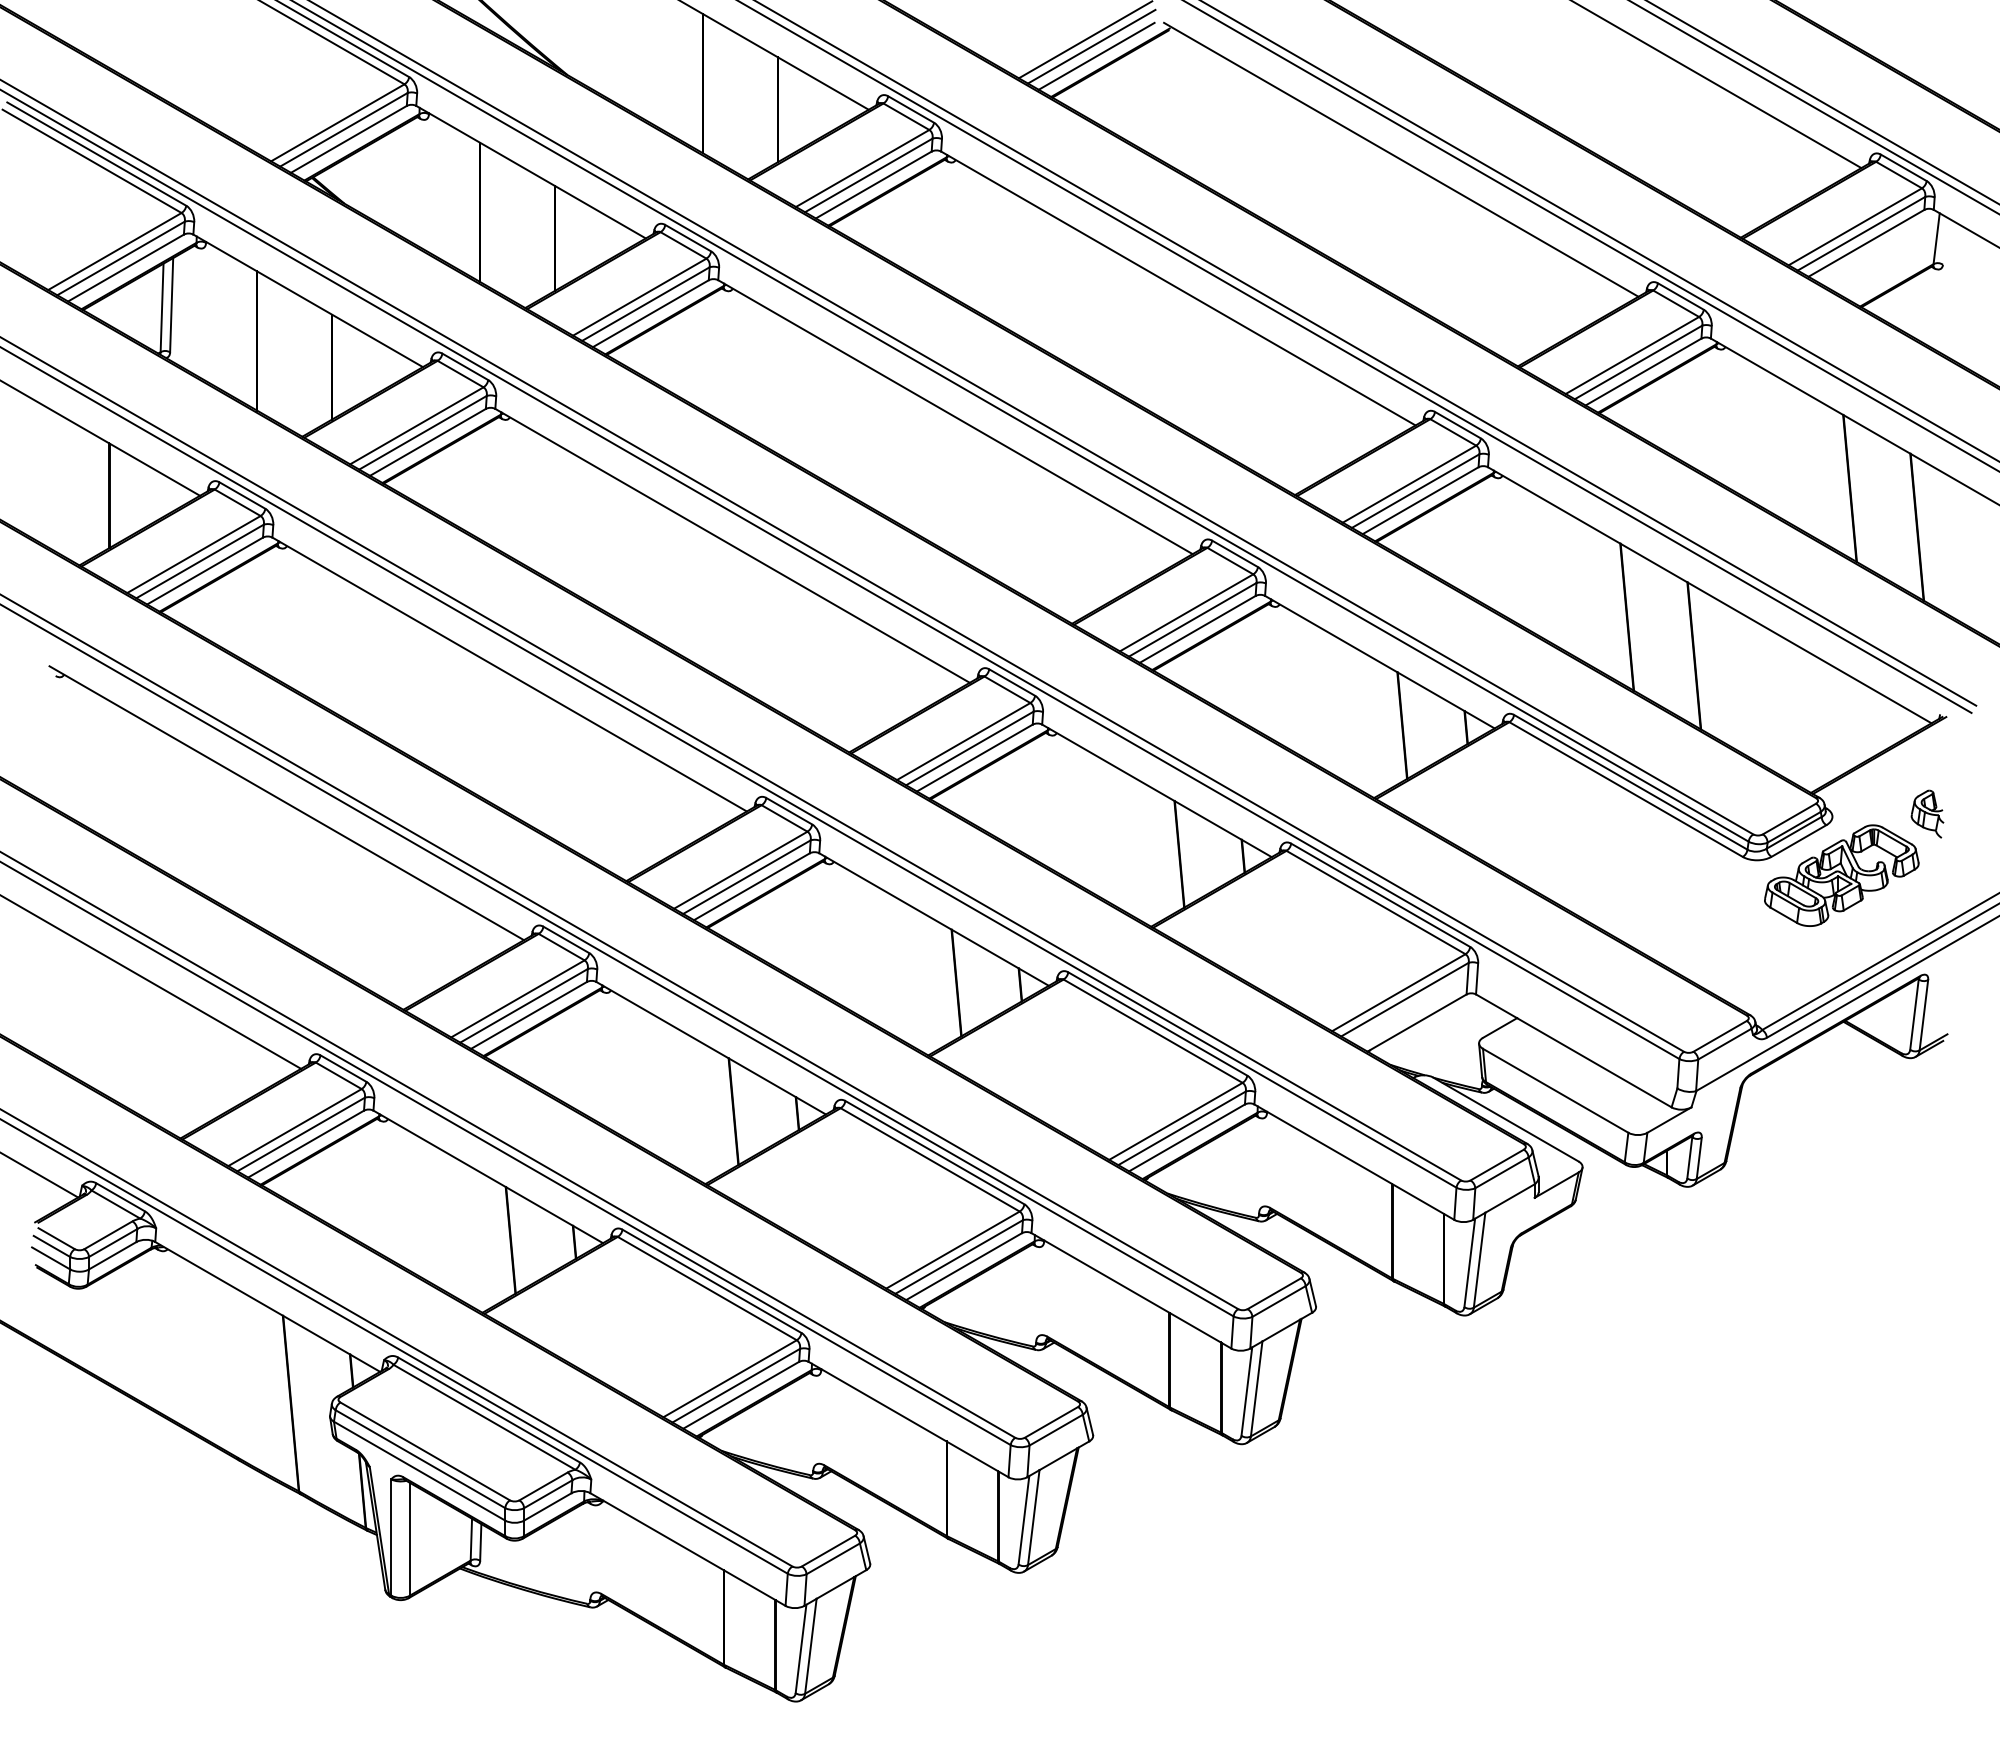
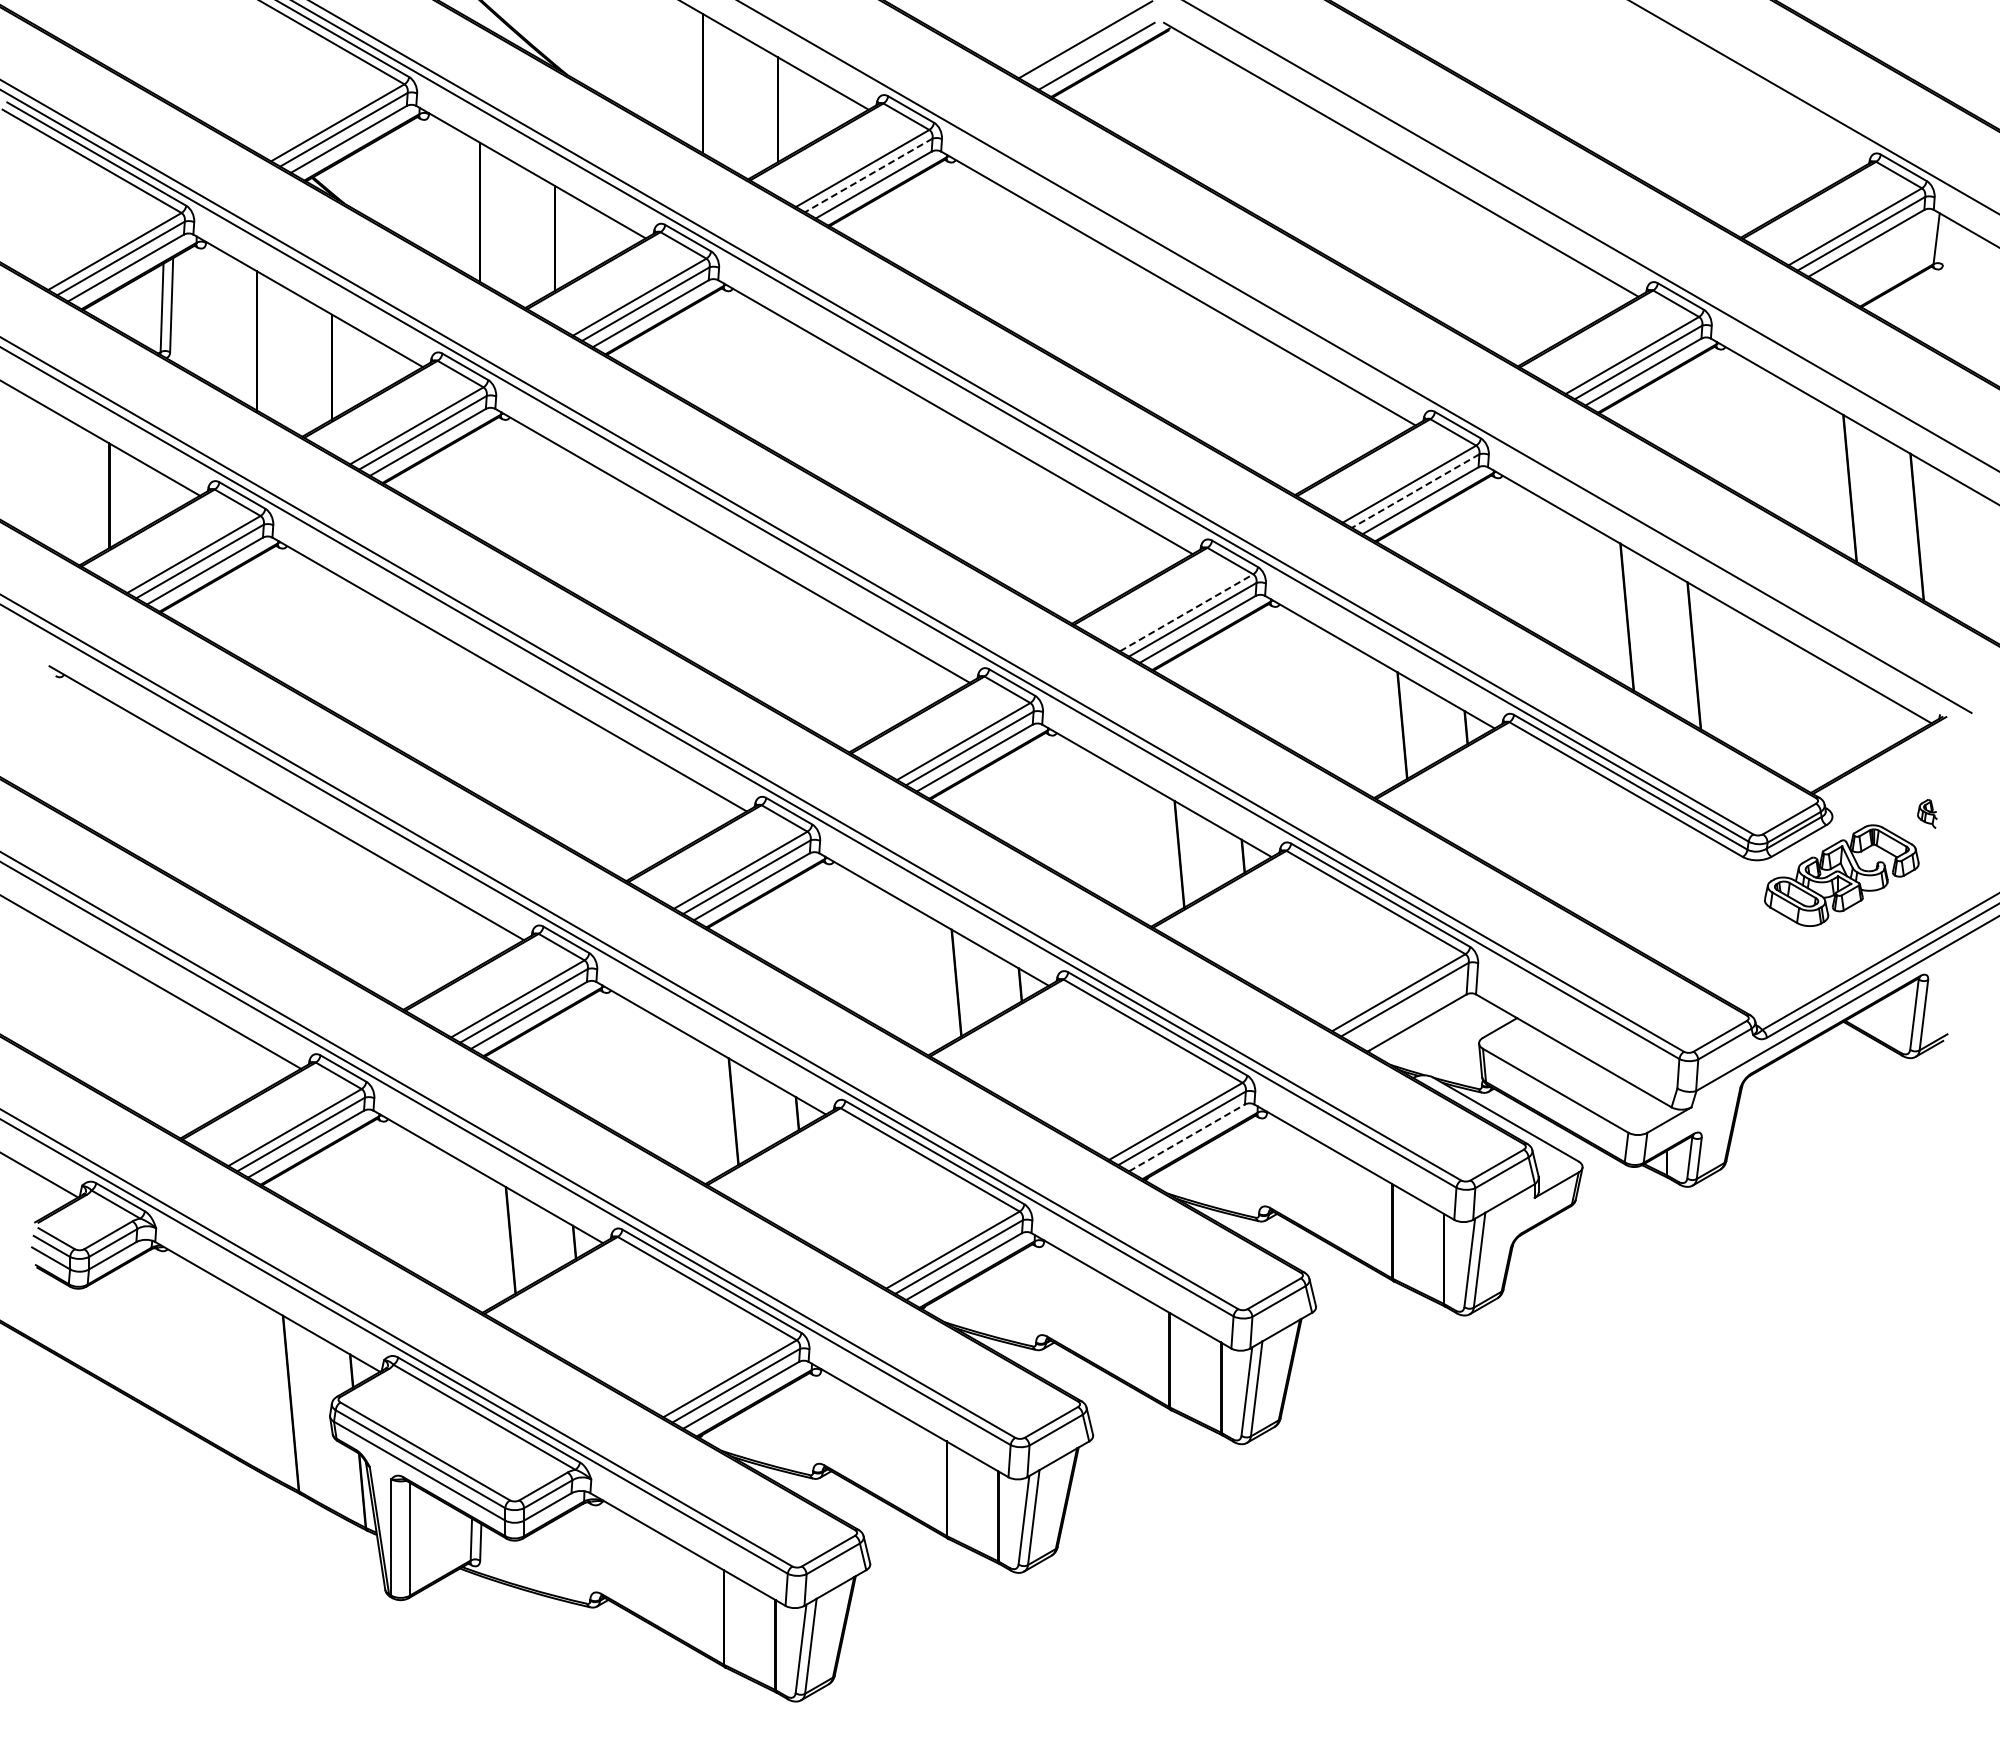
line at (1091, 46): present -> none
line at (1717, 85): present -> none
line at (1822, 102): present -> none
line at (868, 175): solid -> dashed
line at (1599, 231): present -> none
line at (1367, 353): present -> none
line at (1415, 491): solid -> dashed
line at (1187, 612): solid -> dashed
part at (1927, 813) size: 35x50 px -> 21x30 px
line at (1187, 1137): solid -> dashed
